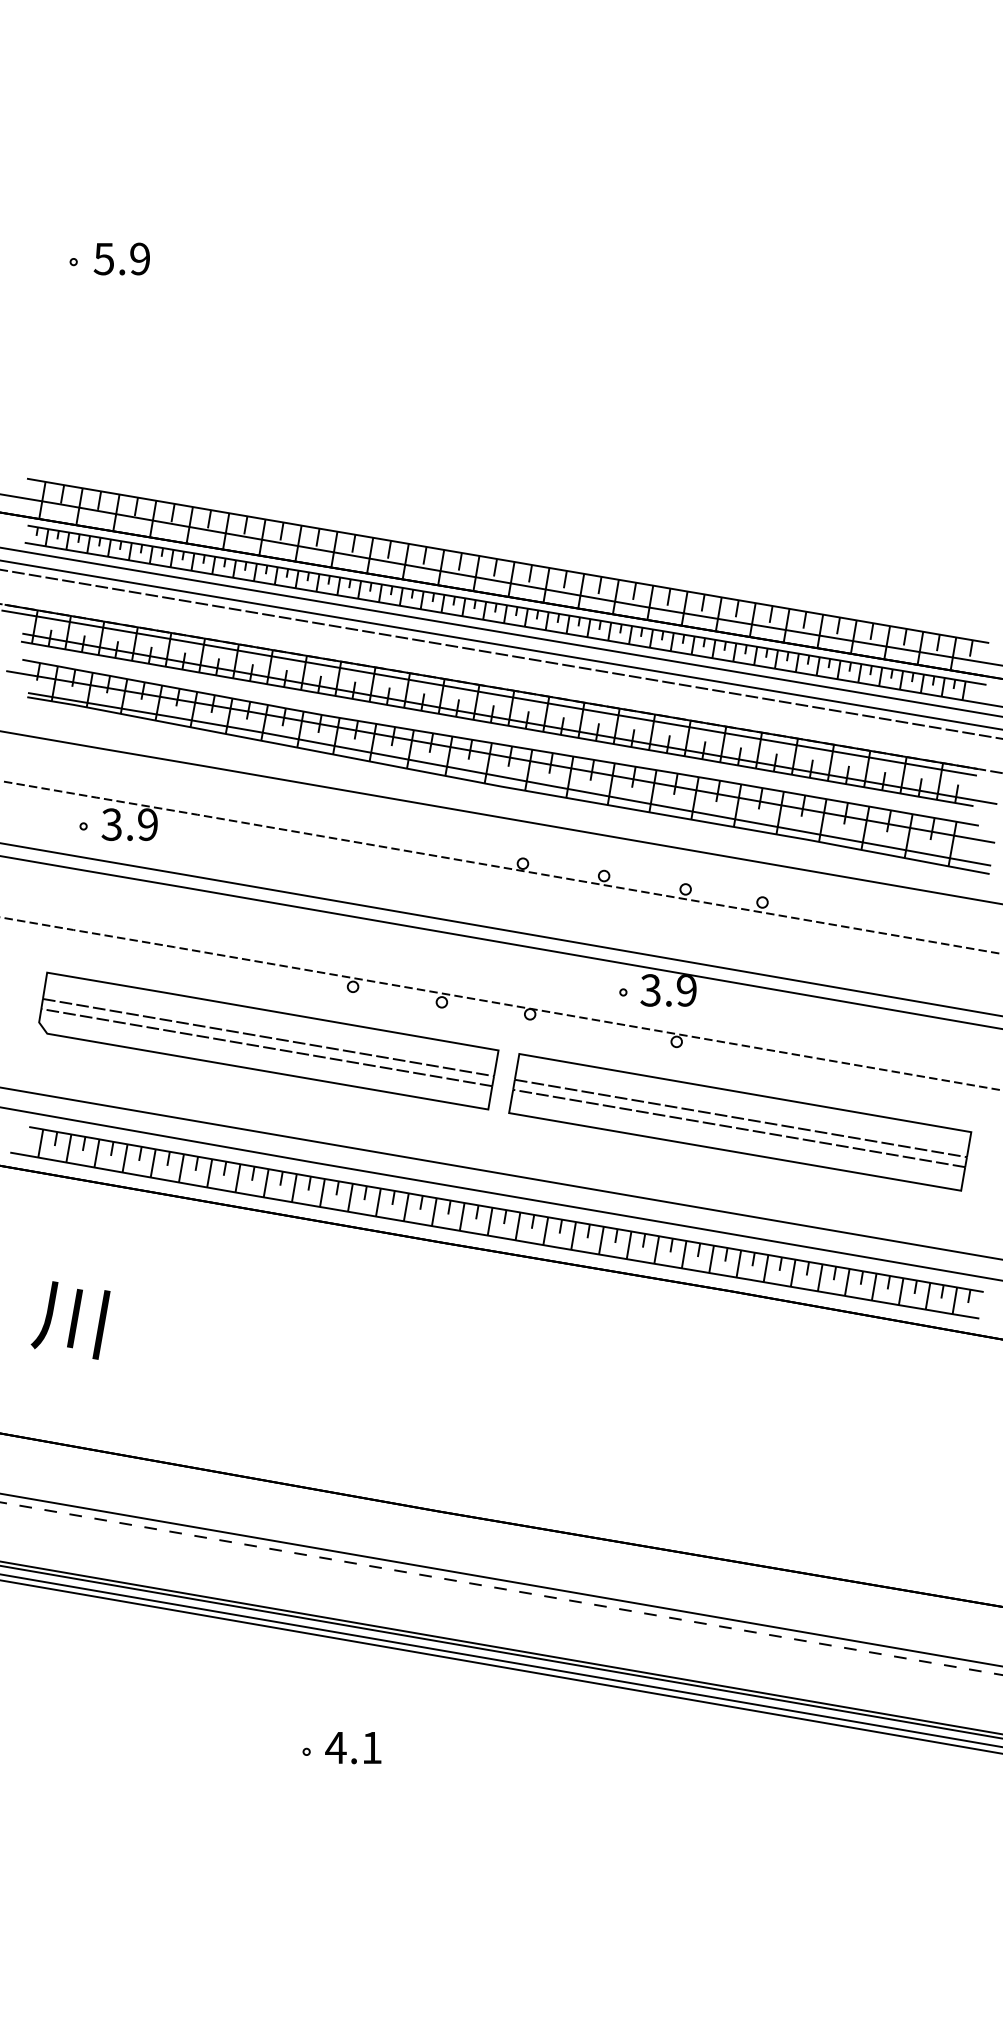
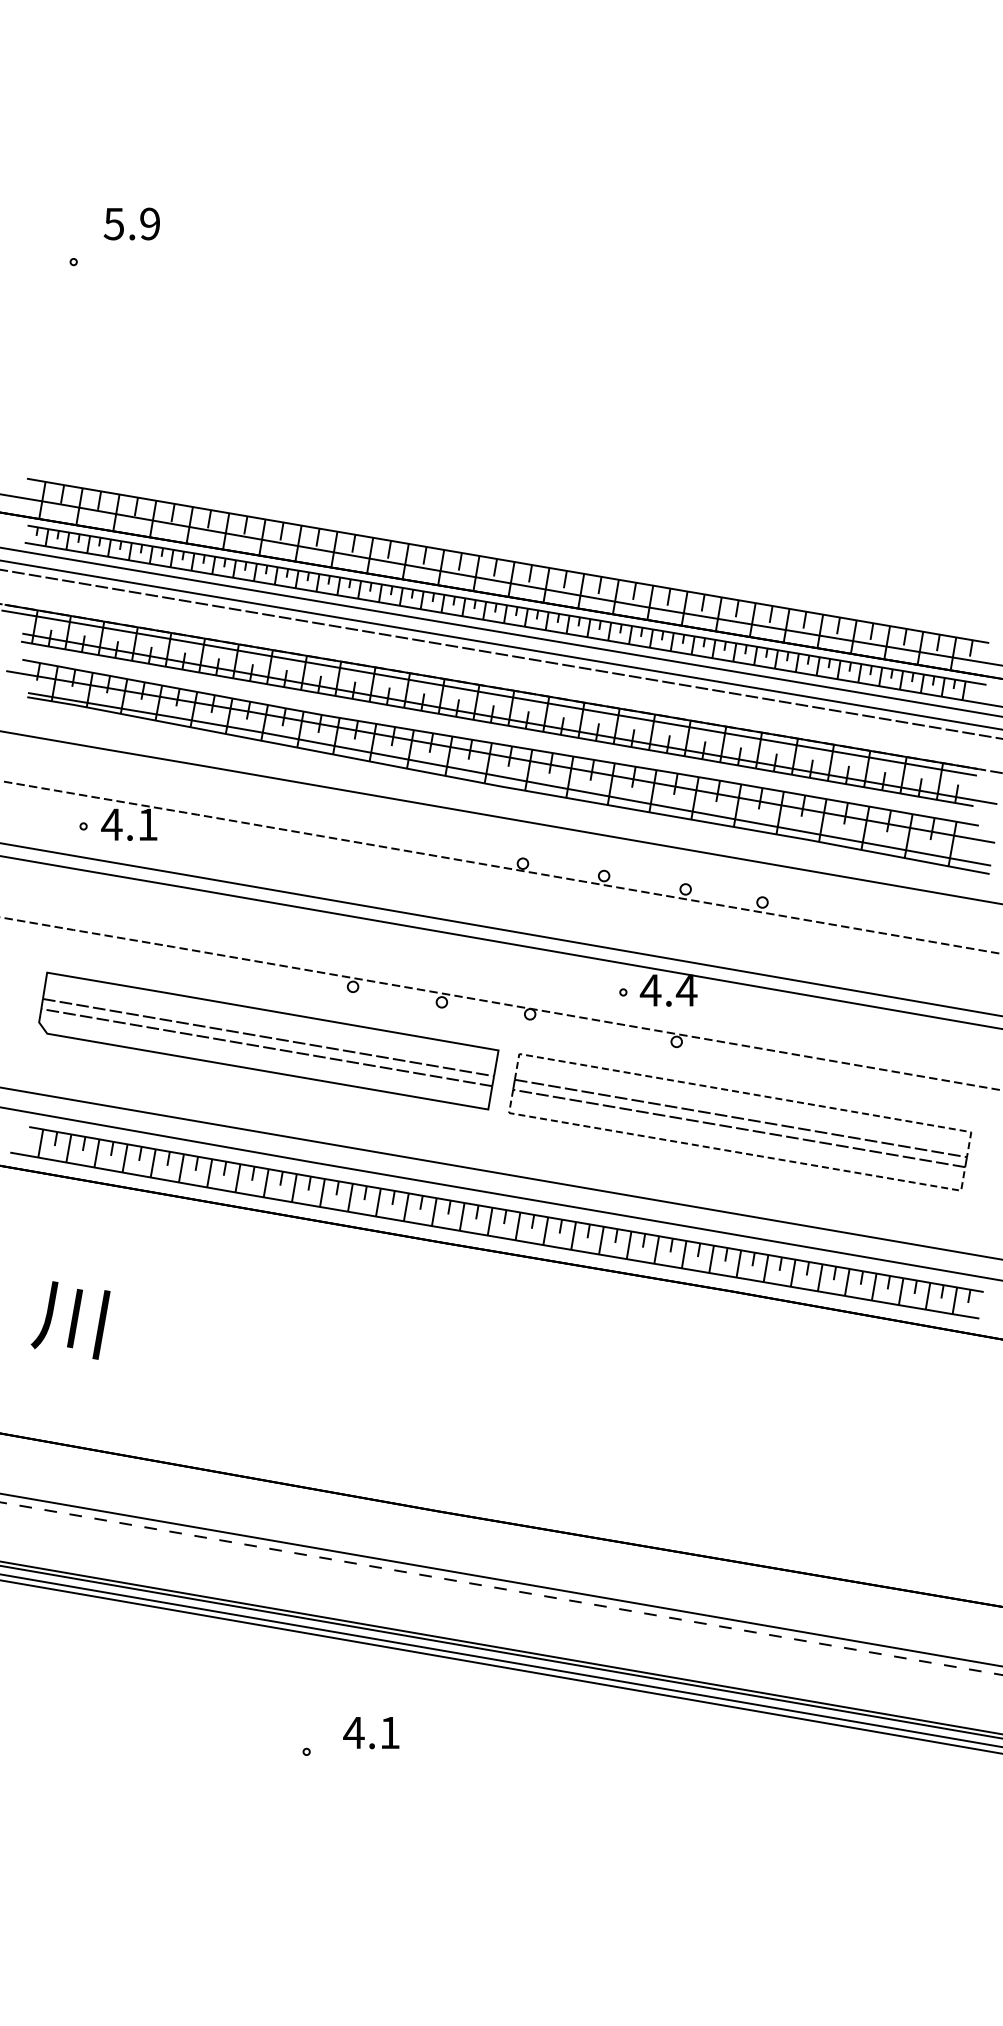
text at (121, 258) position: (121, 258) -> (131, 223)
text at (129, 824): 3.9 -> 4.1
text at (668, 990): 3.9 -> 4.4
line at (744, 1093): solid -> dashed
line at (735, 1152): solid -> dashed
text at (353, 1748) position: (353, 1748) -> (371, 1733)
